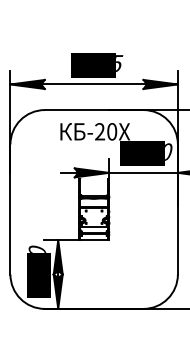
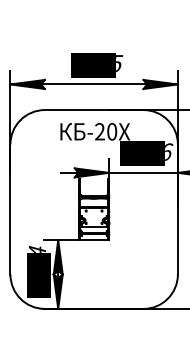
text at (169, 151): 1000 -> 1426
text at (37, 248): 1000 -> 1194
